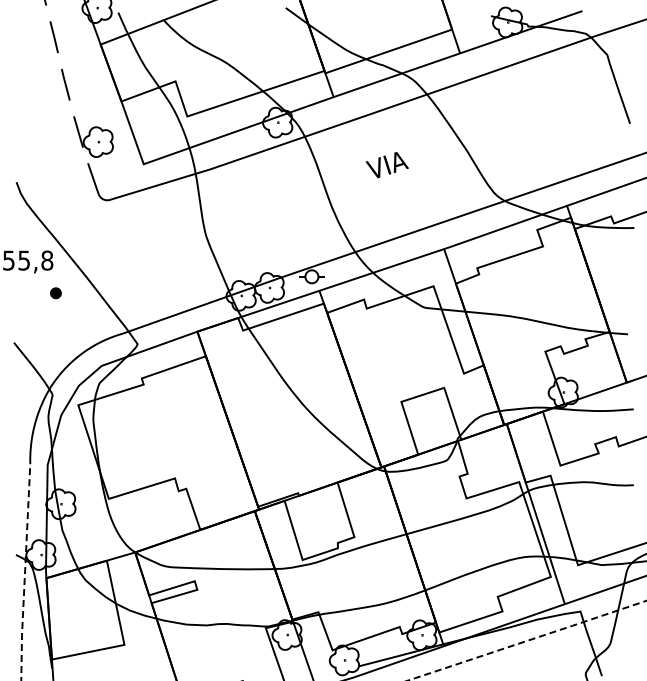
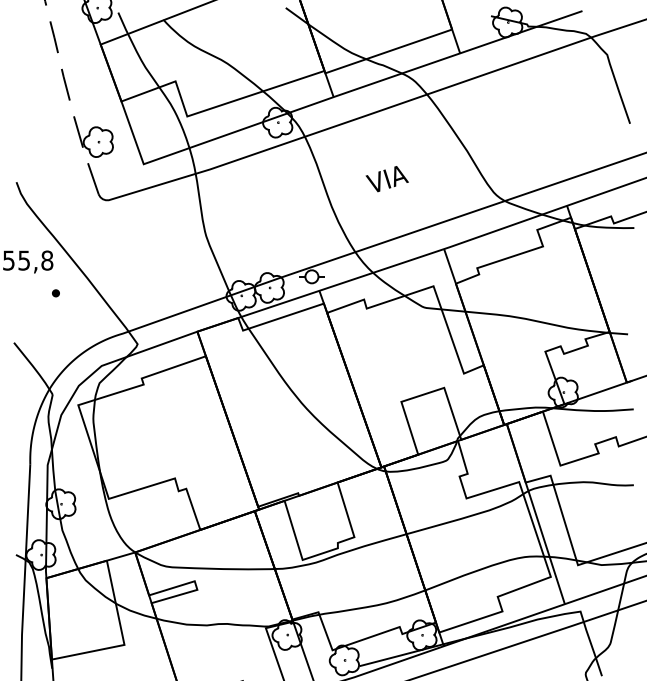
text at (386, 165) position: (386, 165) -> (386, 179)
part at (55, 293) size: 12x13 px -> 8x9 px
line at (25, 572): dashed -> solid
line at (527, 640): dashed -> solid
